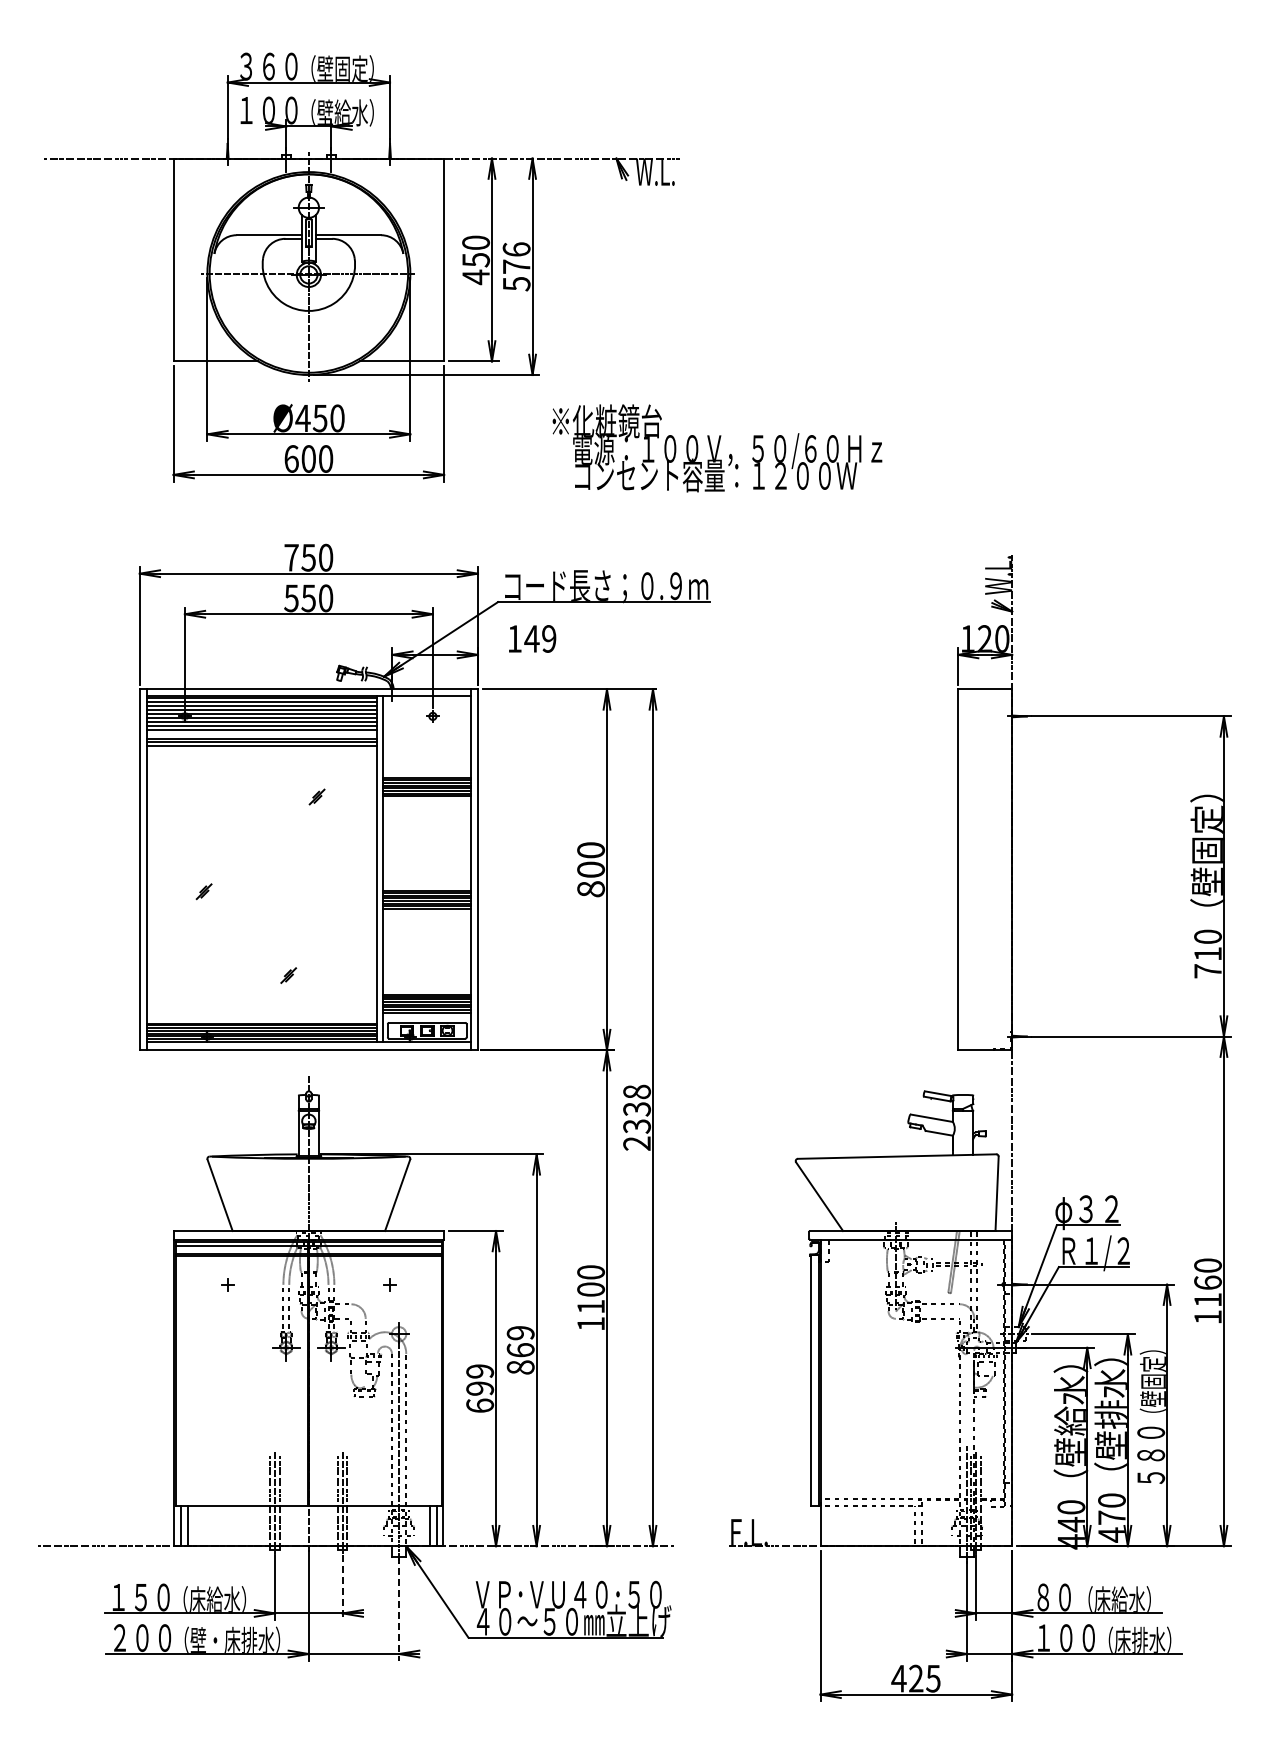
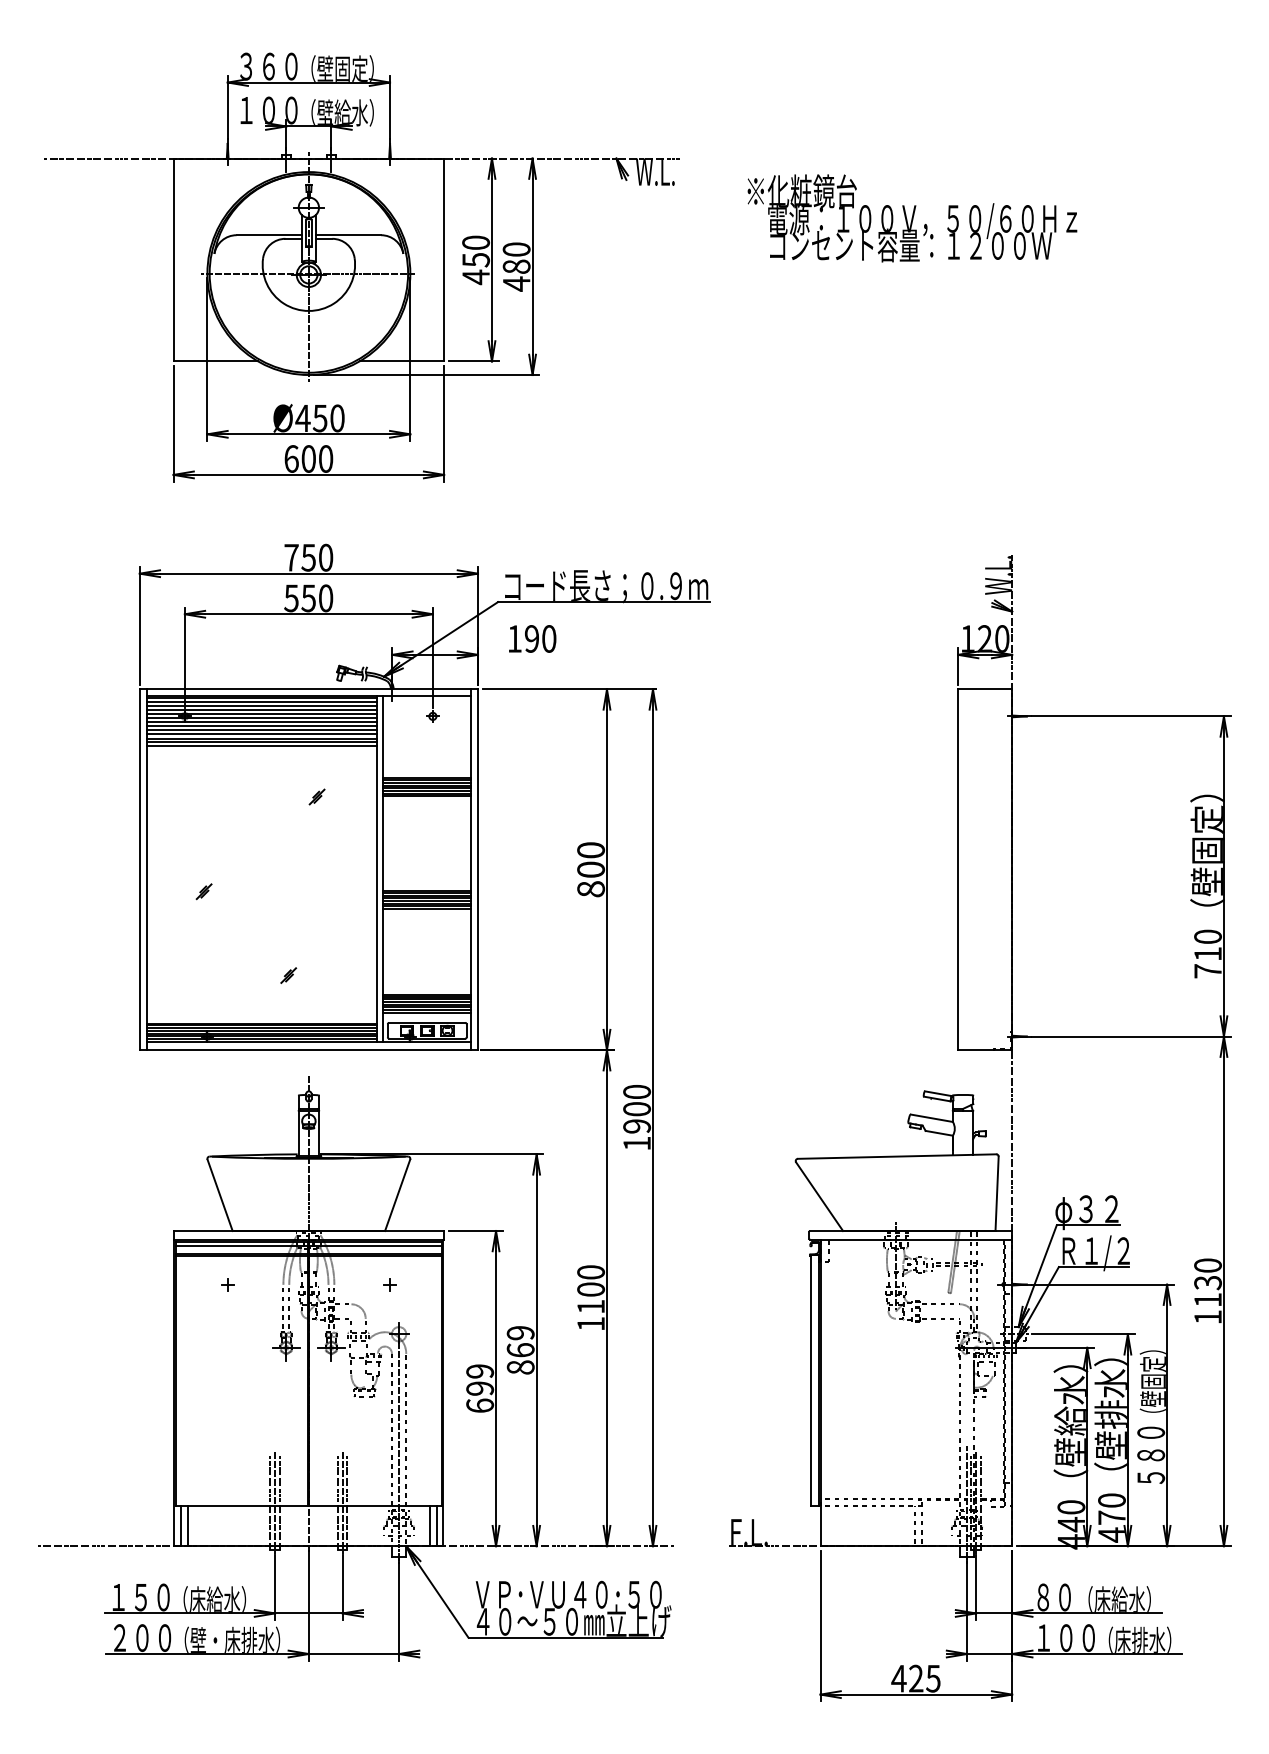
text at (516, 266): 576 -> 480
text at (717, 448) position: (717, 448) -> (912, 218)
text at (540, 638): 149 -> 190
line at (261, 734): none -> present
text at (636, 1117): 2338 -> 1900
text at (1207, 1282): 1160 -> 1130
line at (342, 1587): dashed -> solid
line at (399, 1609): dashed -> solid
